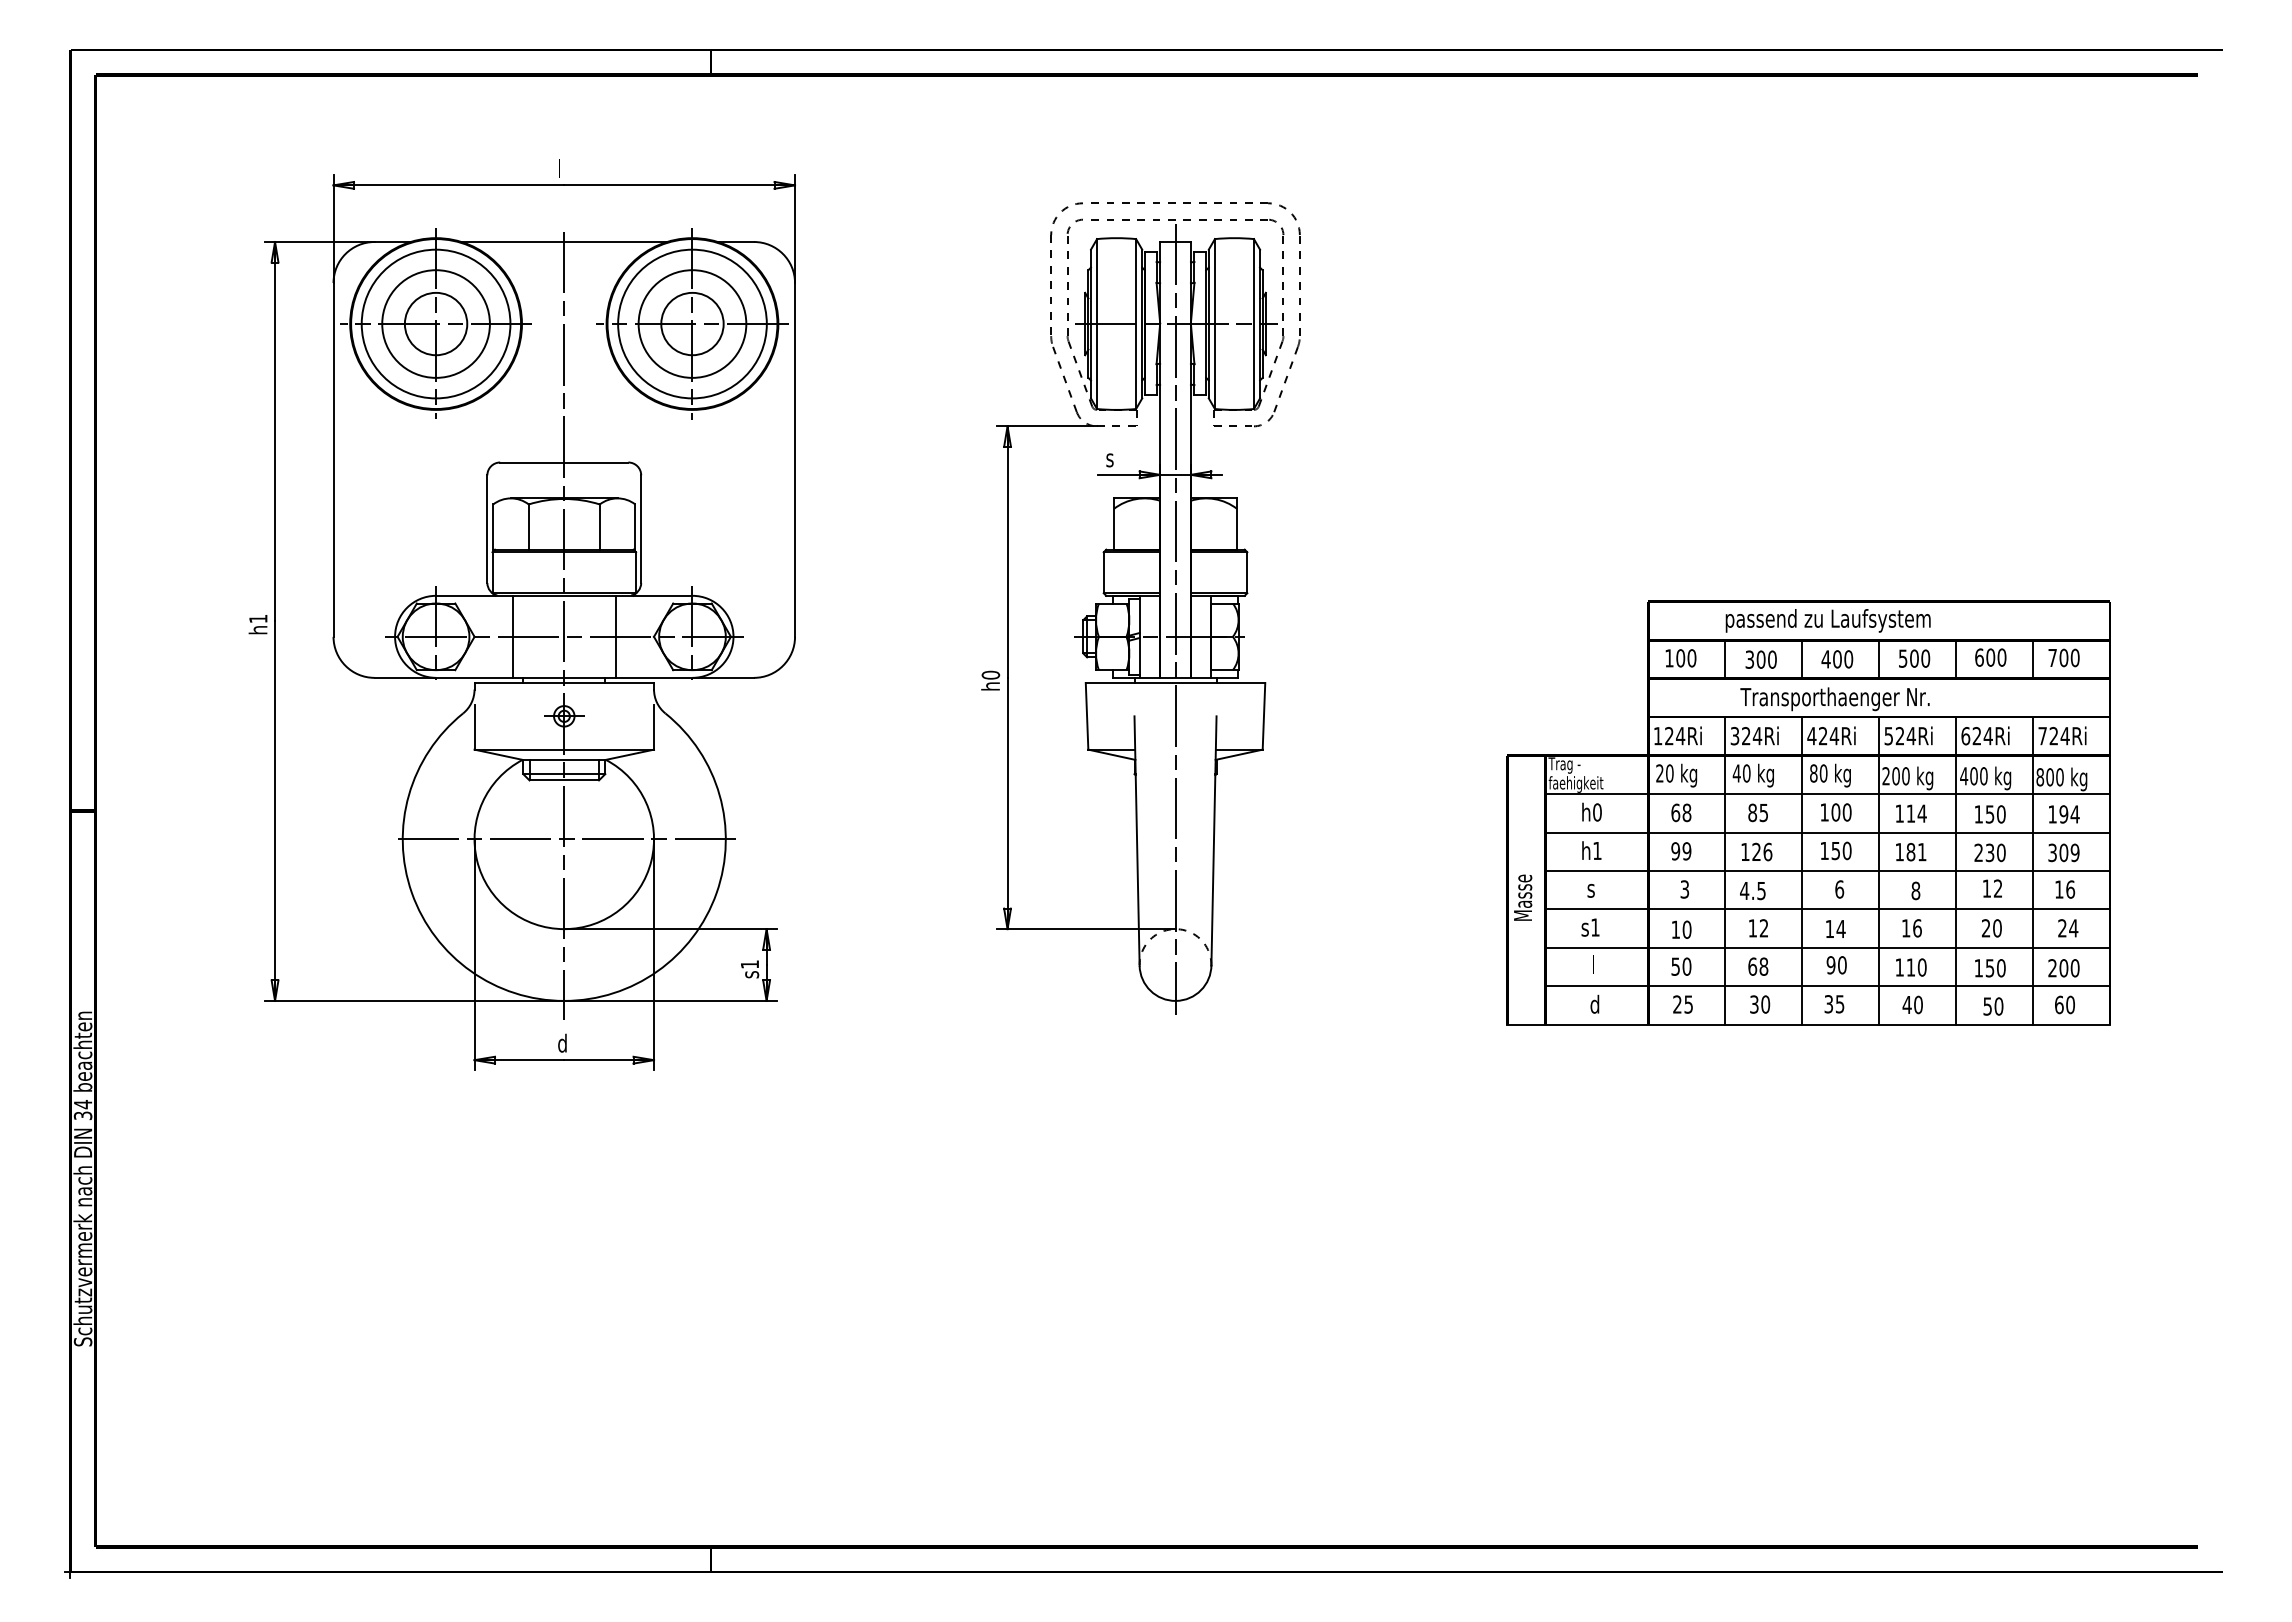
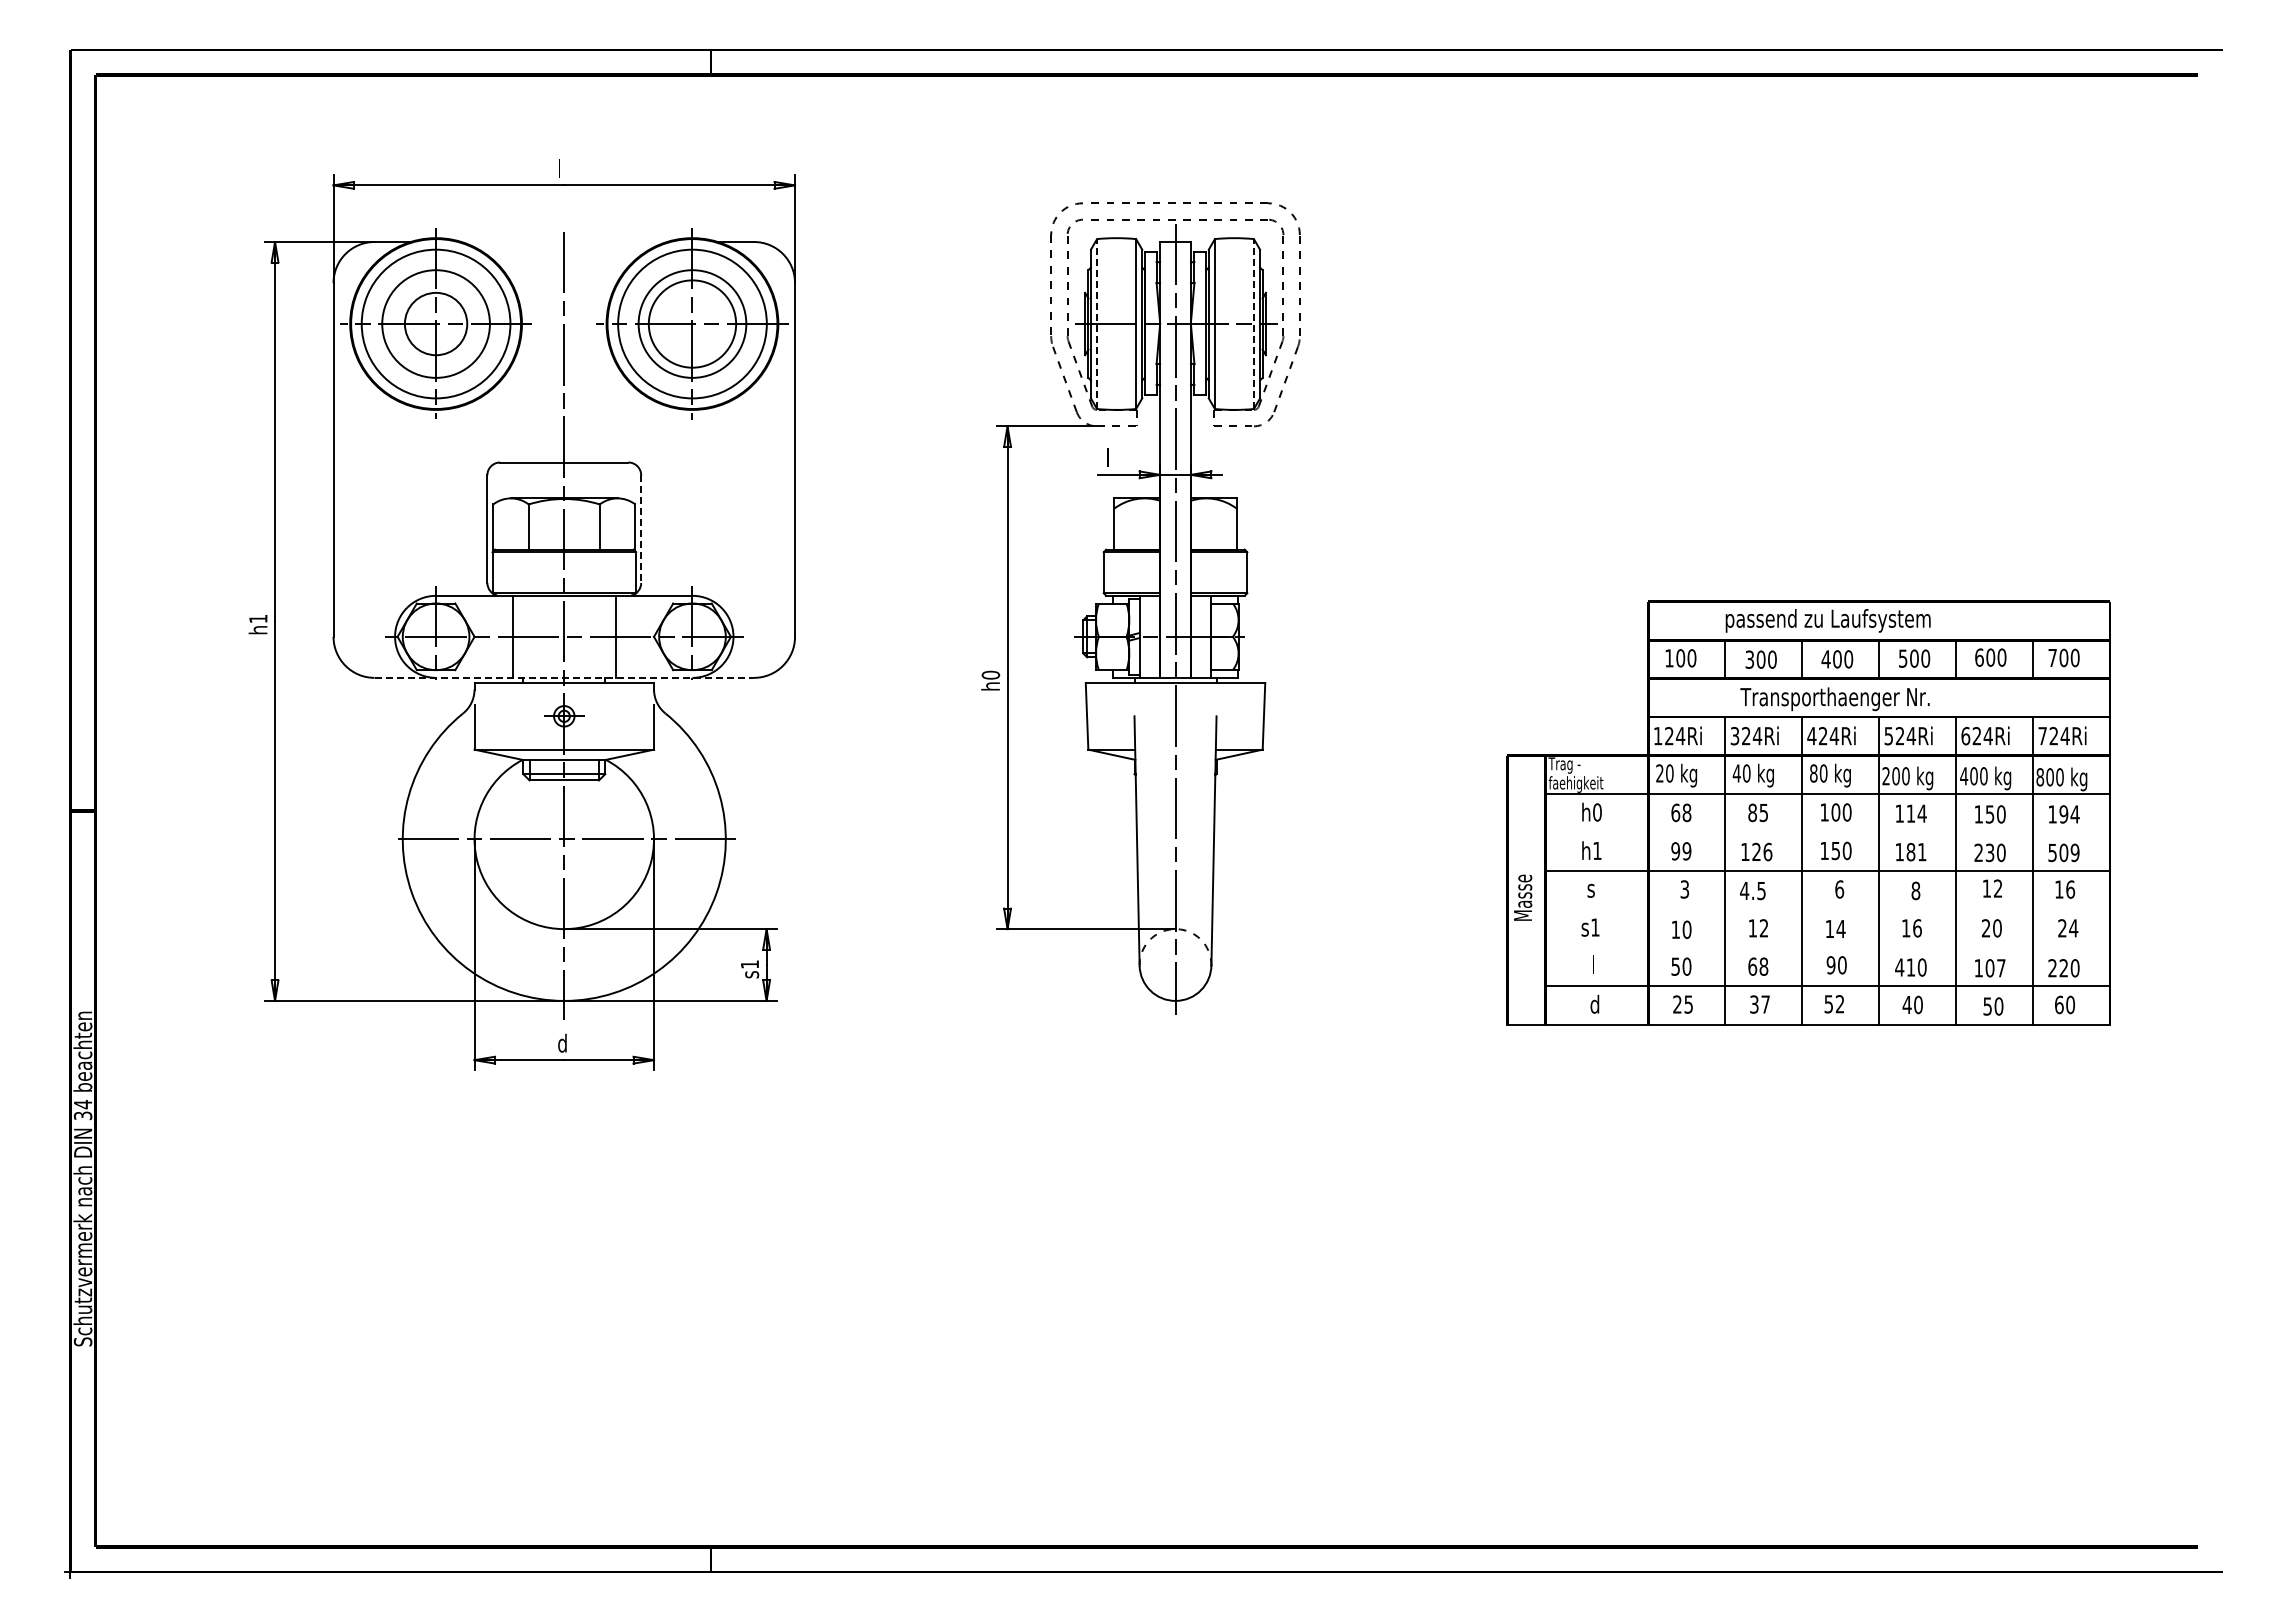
line at (564, 242): present -> none
circle at (692, 323) diameter: 62 px -> 87 px
line at (1097, 324): solid -> dashed
line at (1253, 324): solid -> dashed
text at (1109, 457): s -> l
line at (641, 529): solid -> dashed
line at (564, 677): solid -> dashed
line at (1827, 832): present -> none
text at (2052, 852): 309 -> 509
line at (1827, 909): present -> none
line at (1827, 947): present -> none
text at (1899, 967): 110 -> 410
text at (1995, 968): 150 -> 107
text at (2063, 968): 200 -> 220
text at (1765, 1004): 30 -> 37
text at (1834, 1004): 35 -> 52
